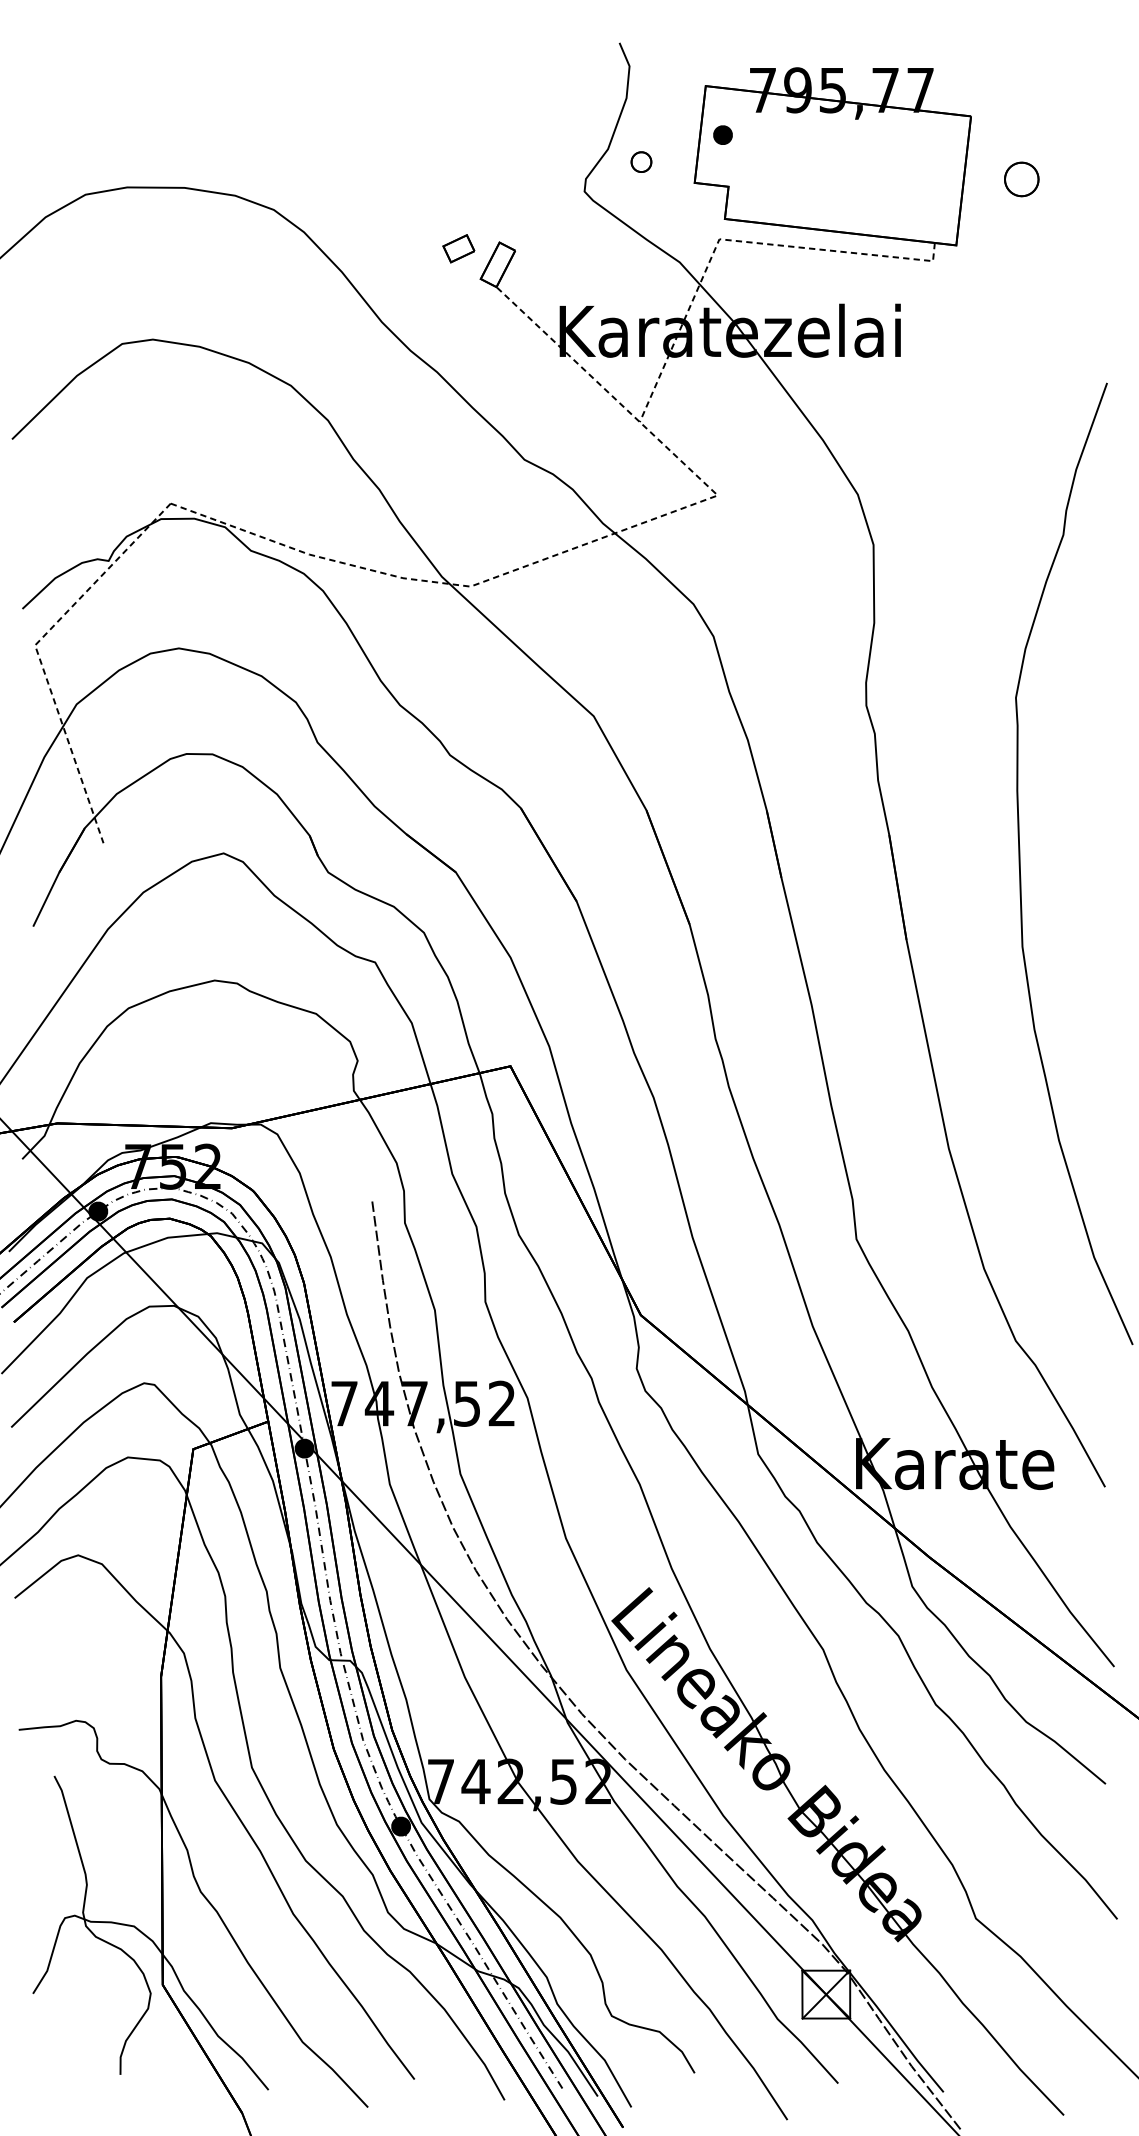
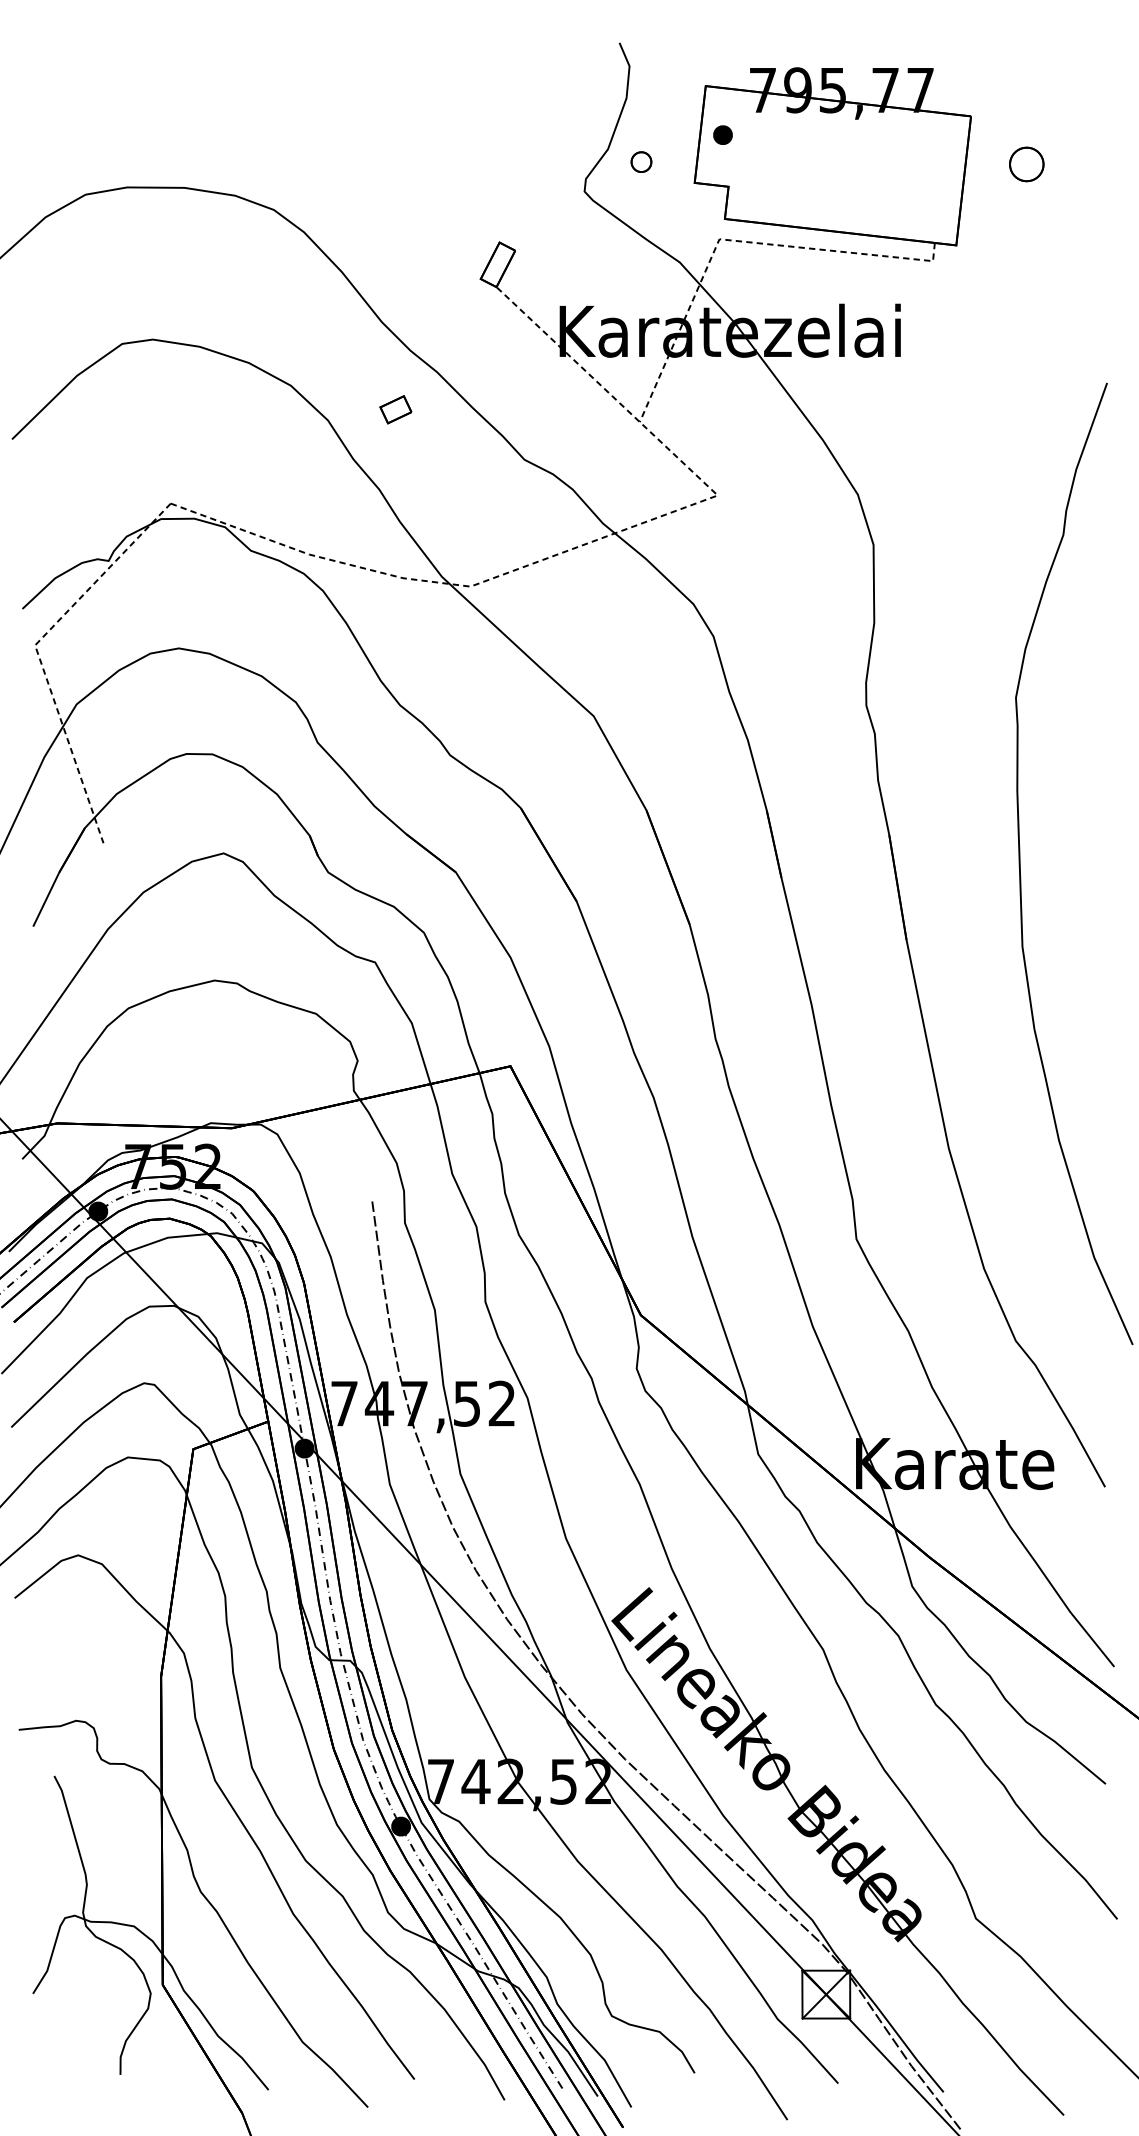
part at (1021, 179) position: (1021, 179) -> (1026, 164)
part at (458, 248) position: (458, 248) -> (395, 409)
